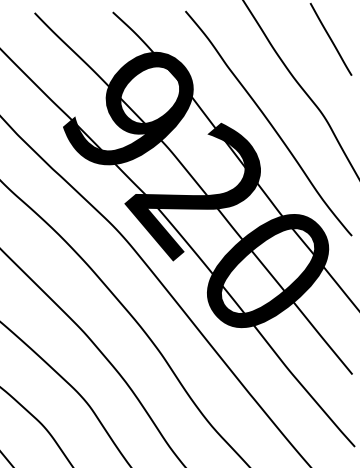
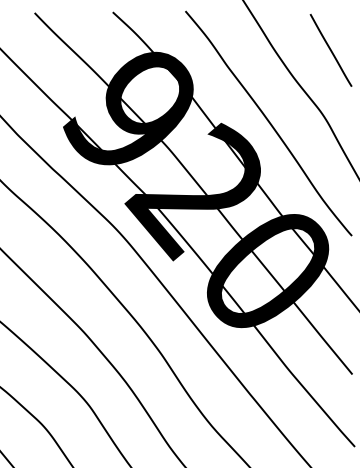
line at (330, 39) position: (330, 39) -> (330, 50)
